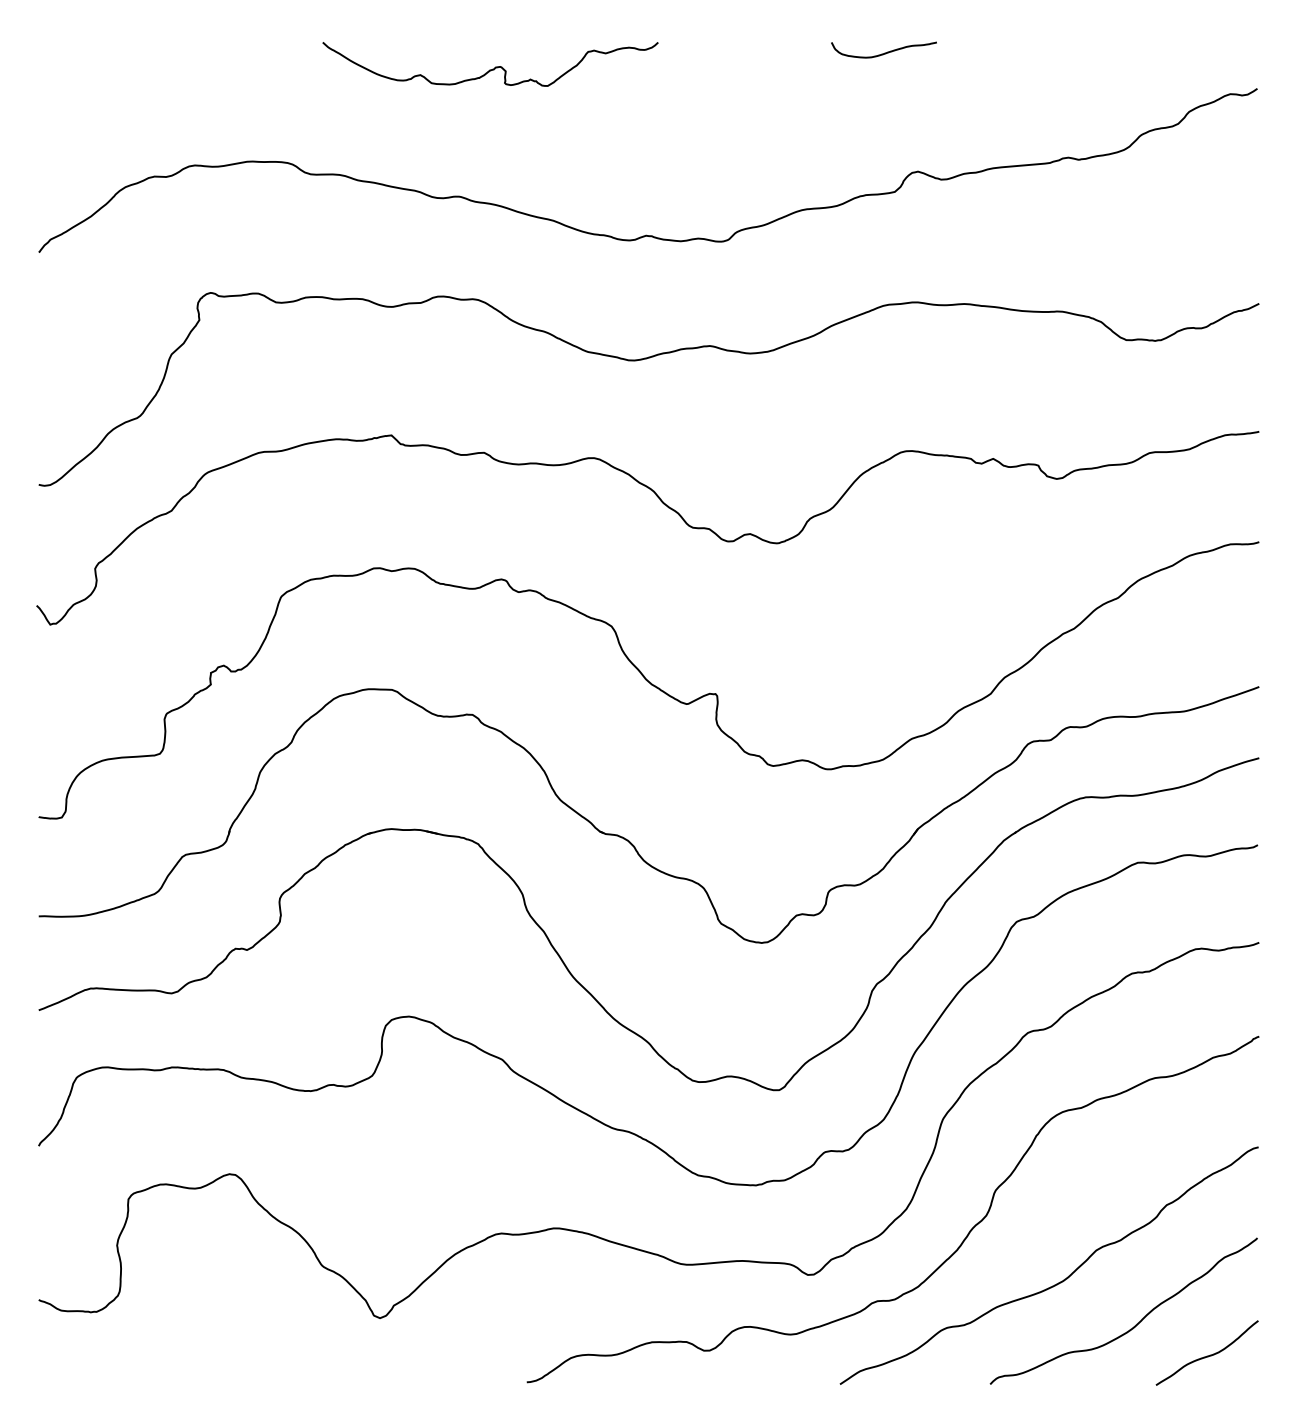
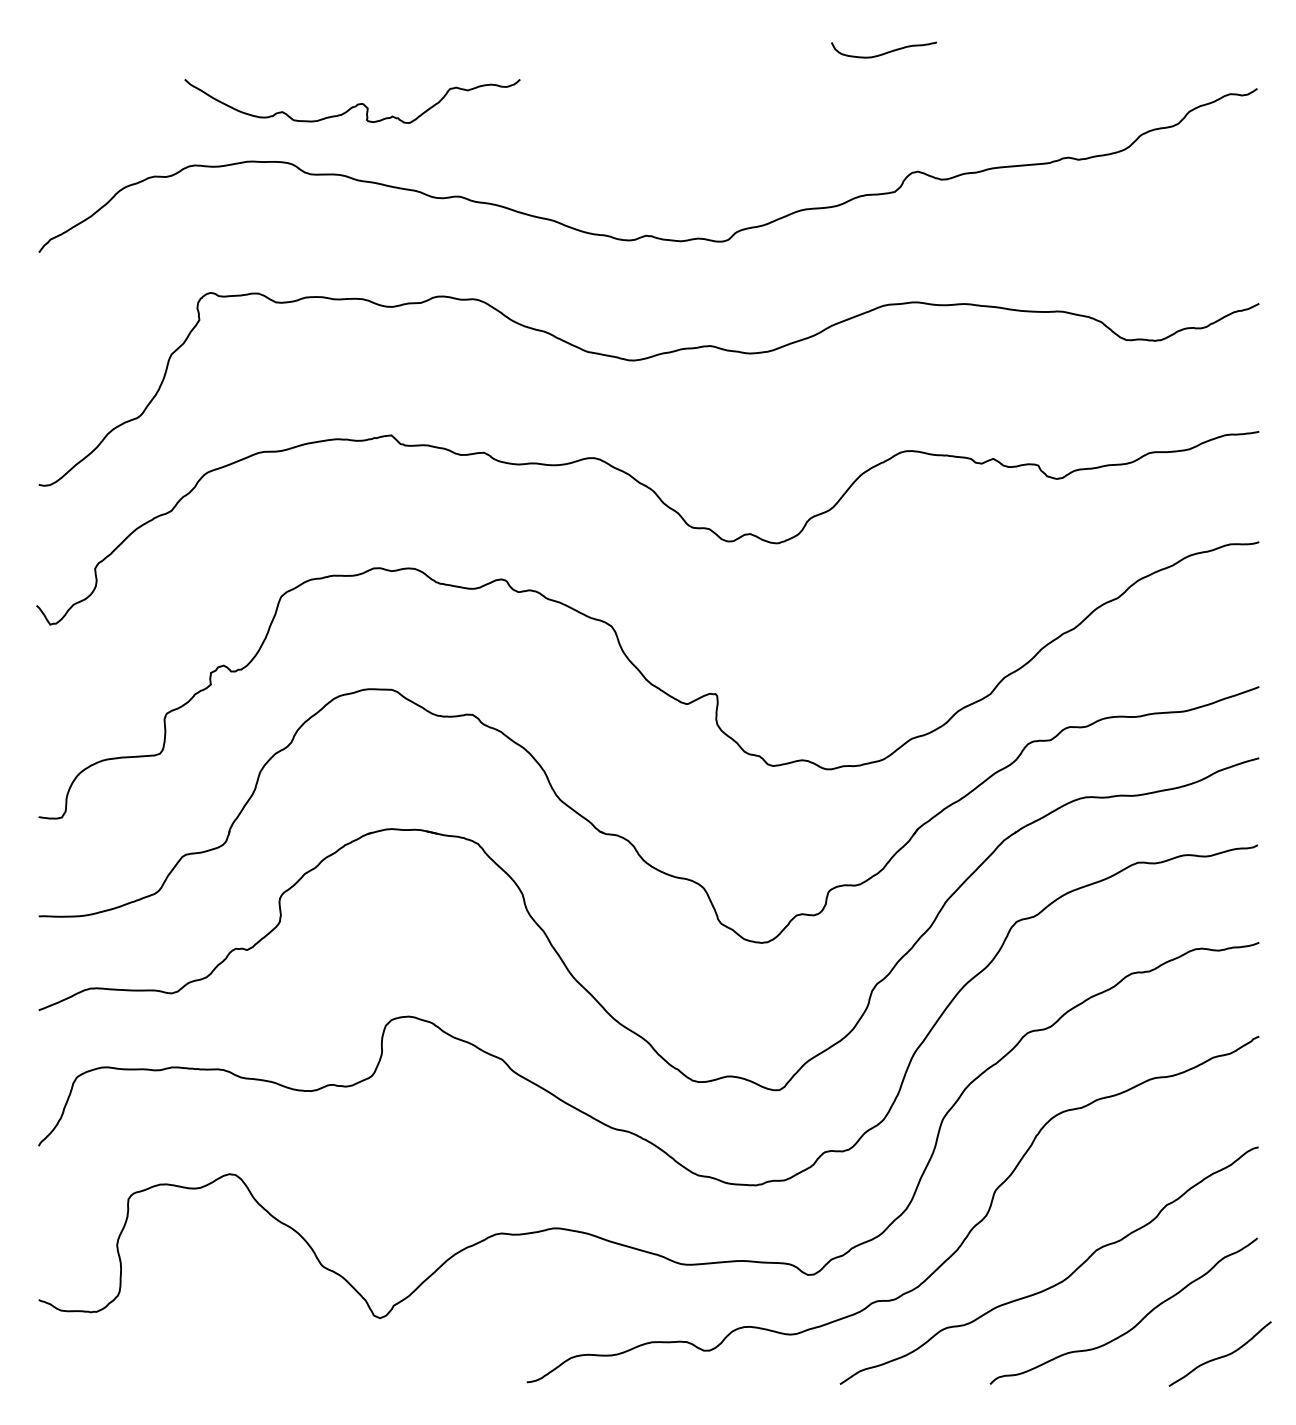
curve at (492, 68) position: (492, 68) -> (354, 105)
curve at (1207, 1355) position: (1207, 1355) -> (1220, 1356)
